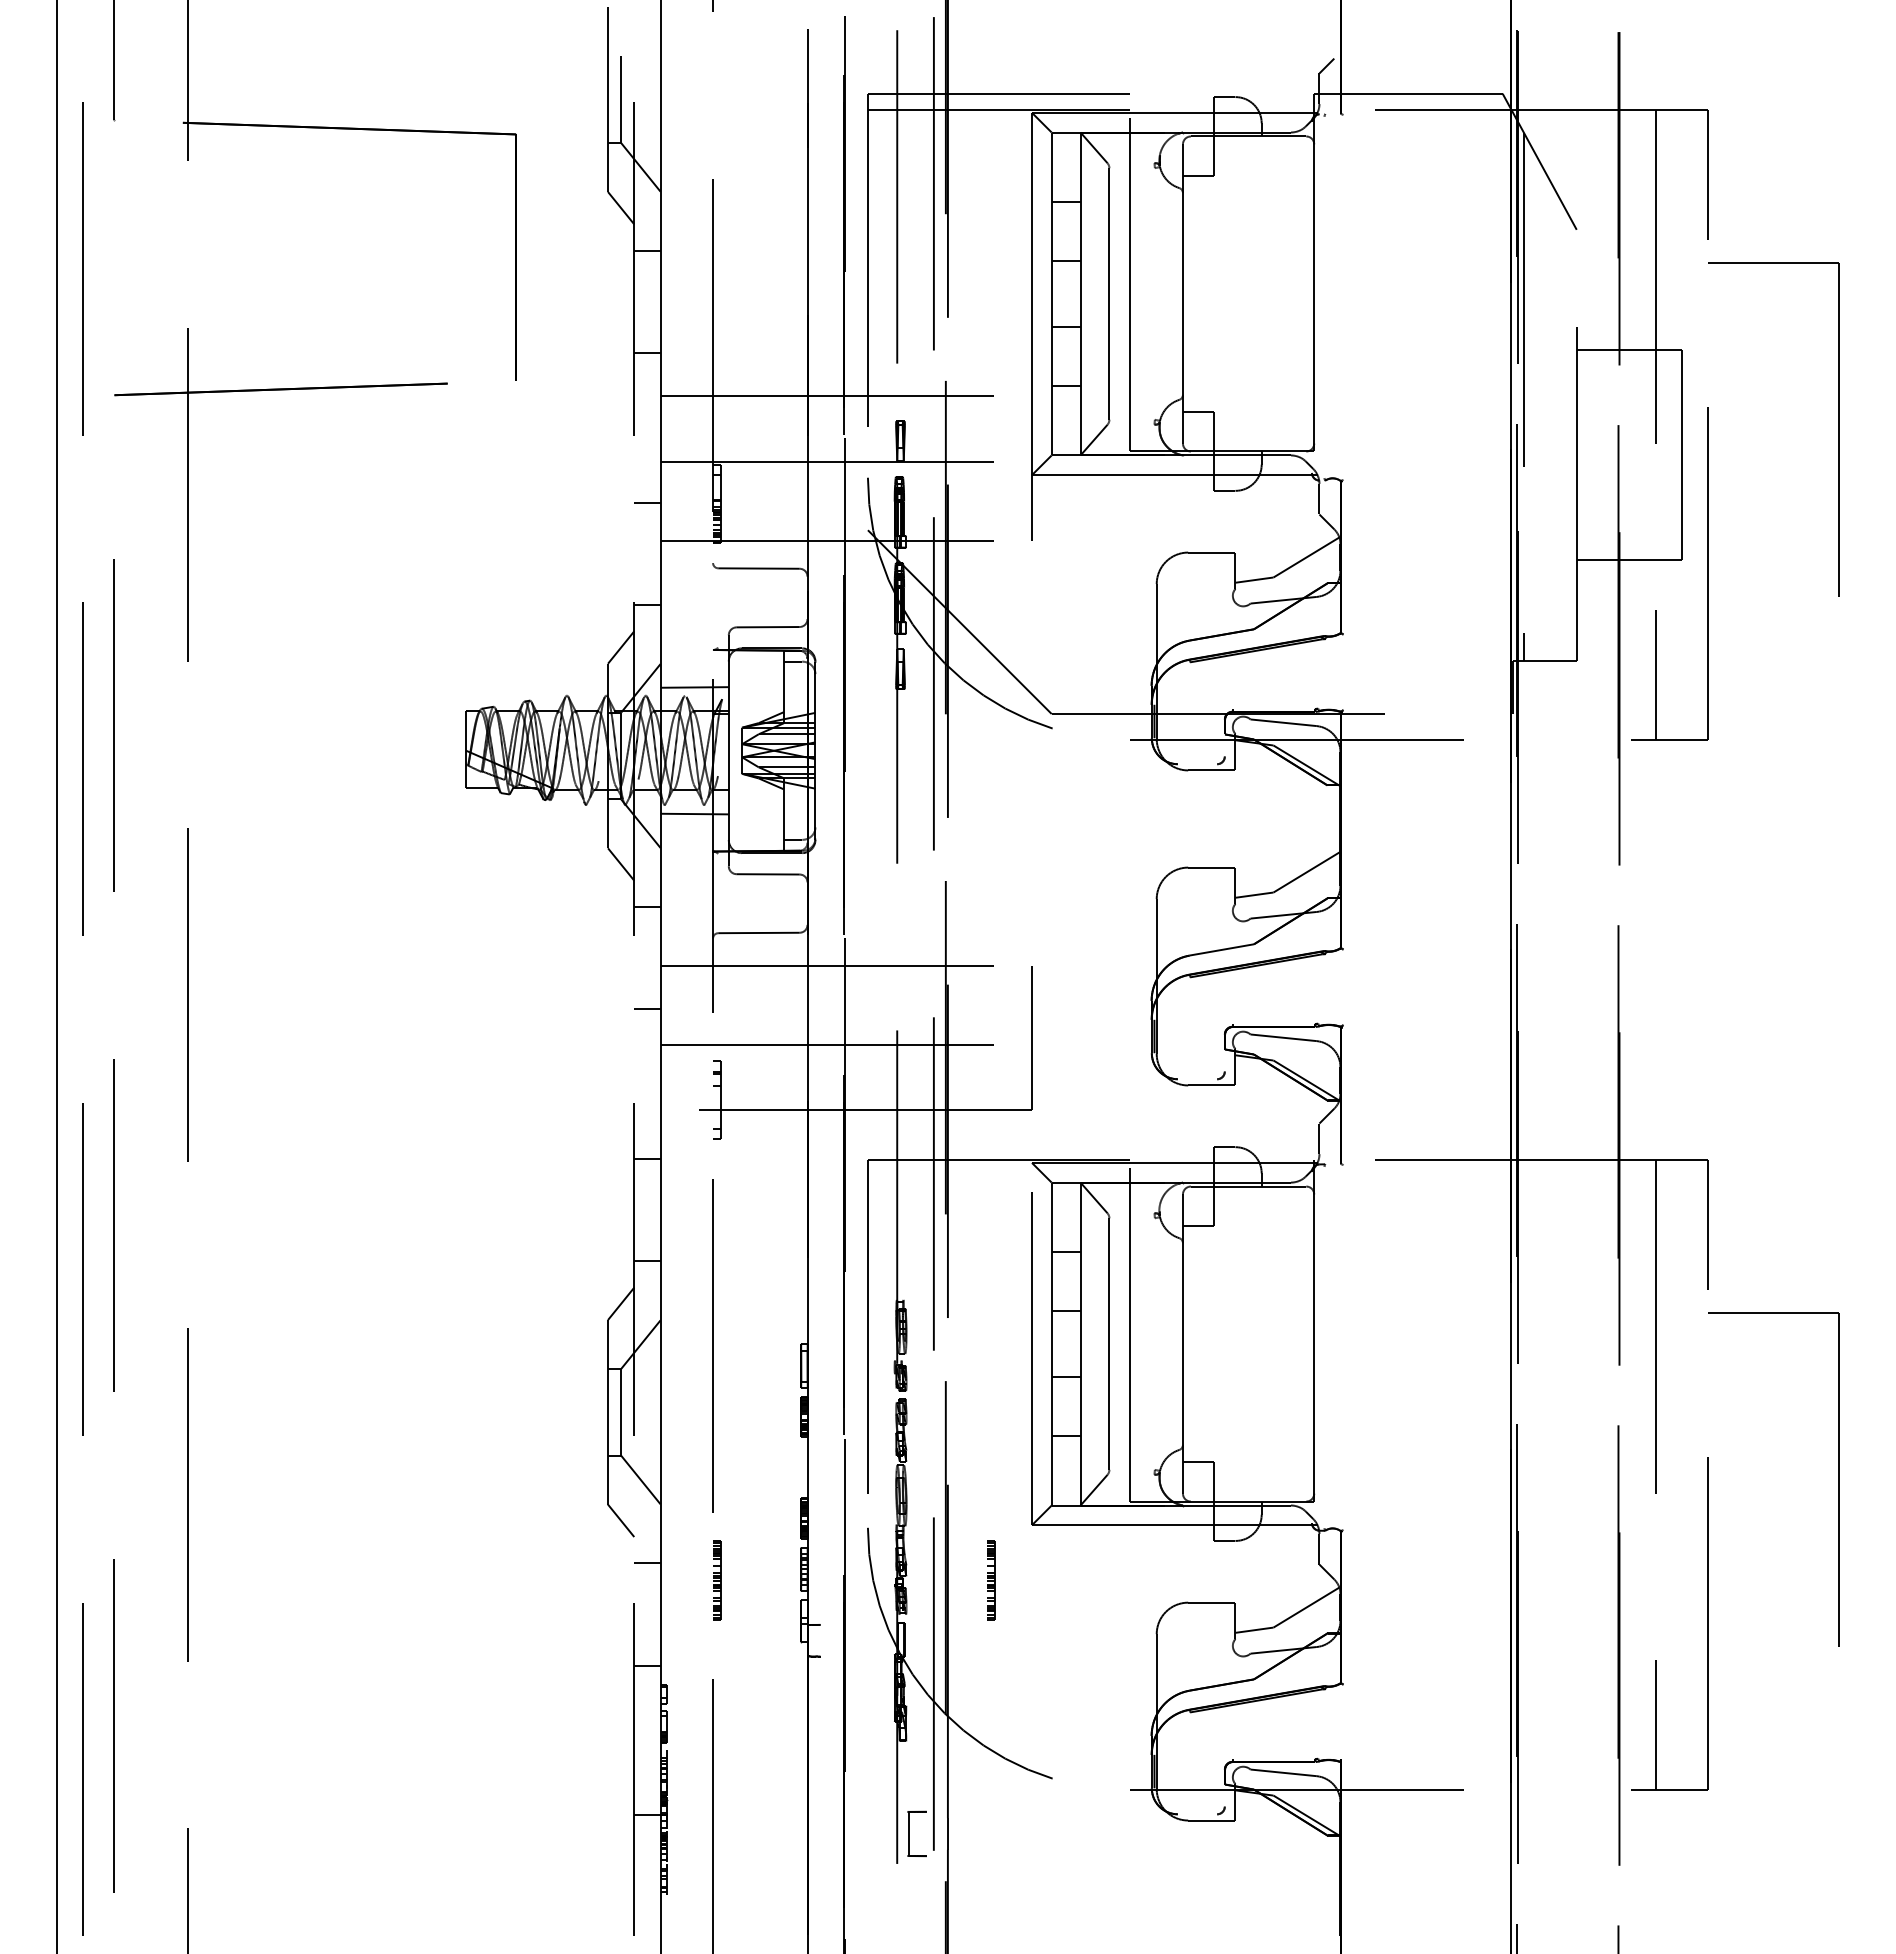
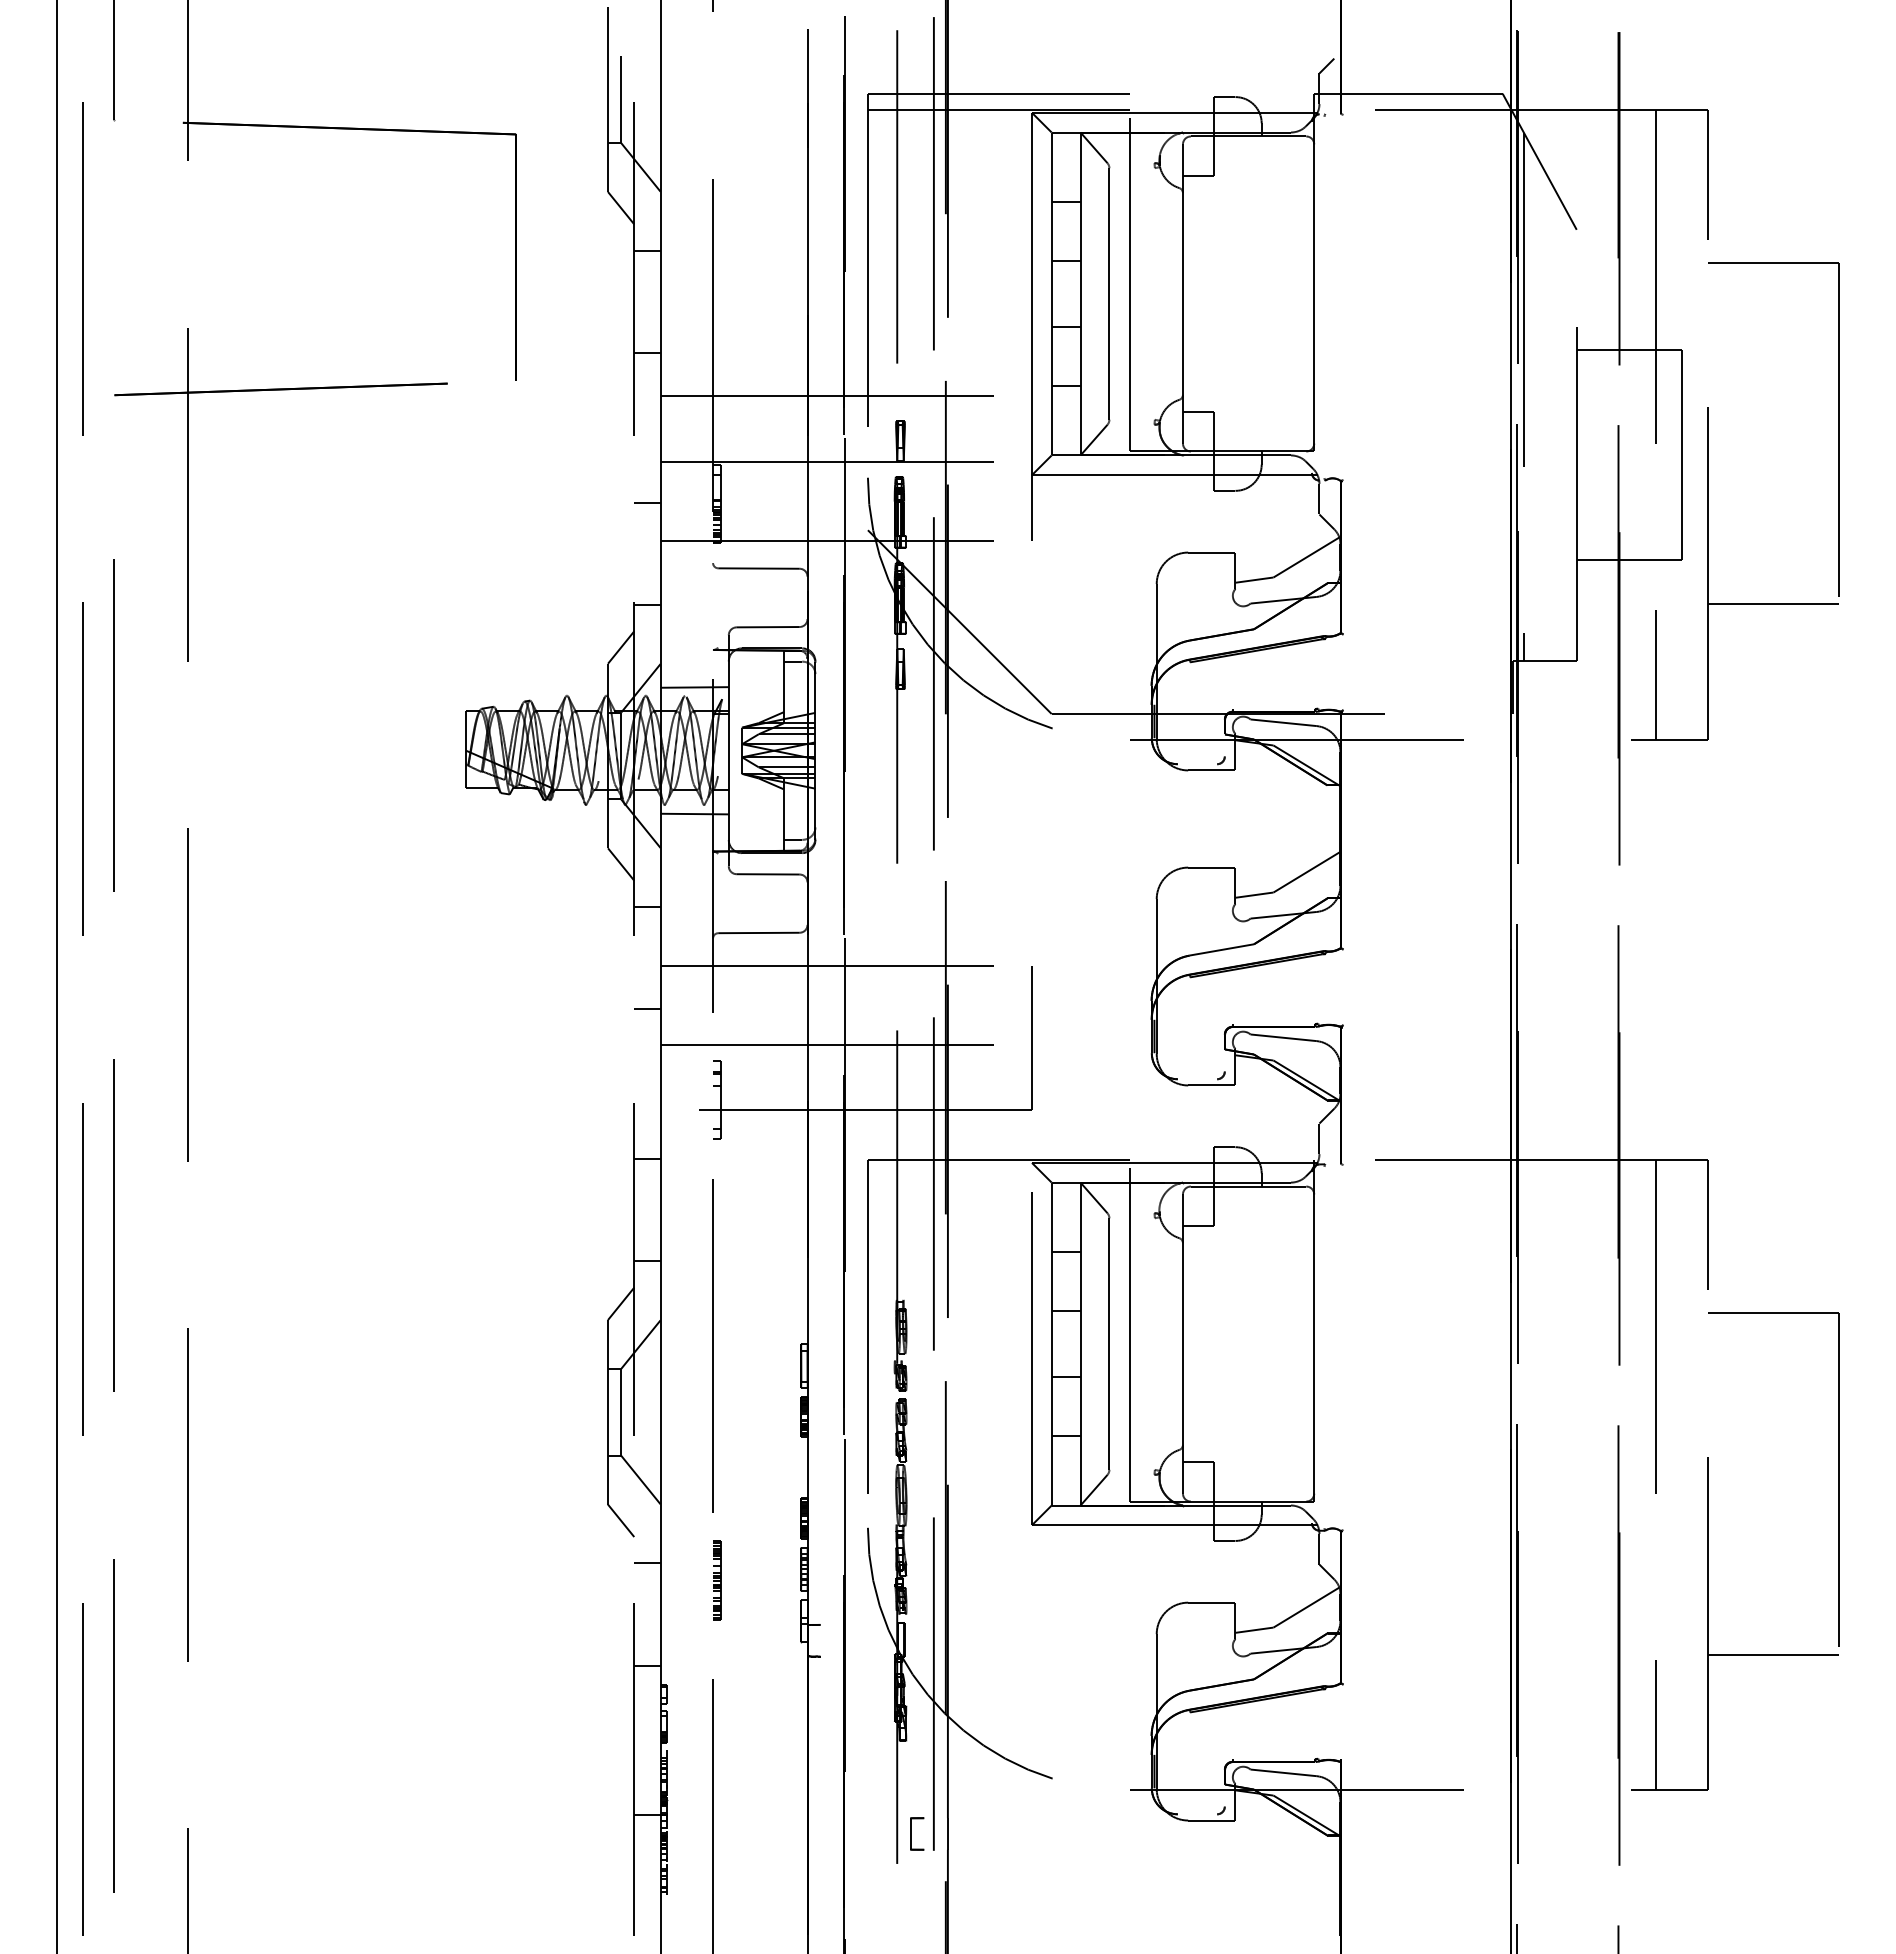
line at (1773, 604): none -> present
part at (991, 1580): present -> none
line at (1773, 1654): none -> present
part at (916, 1833) size: 20x48 px -> 15x34 px
